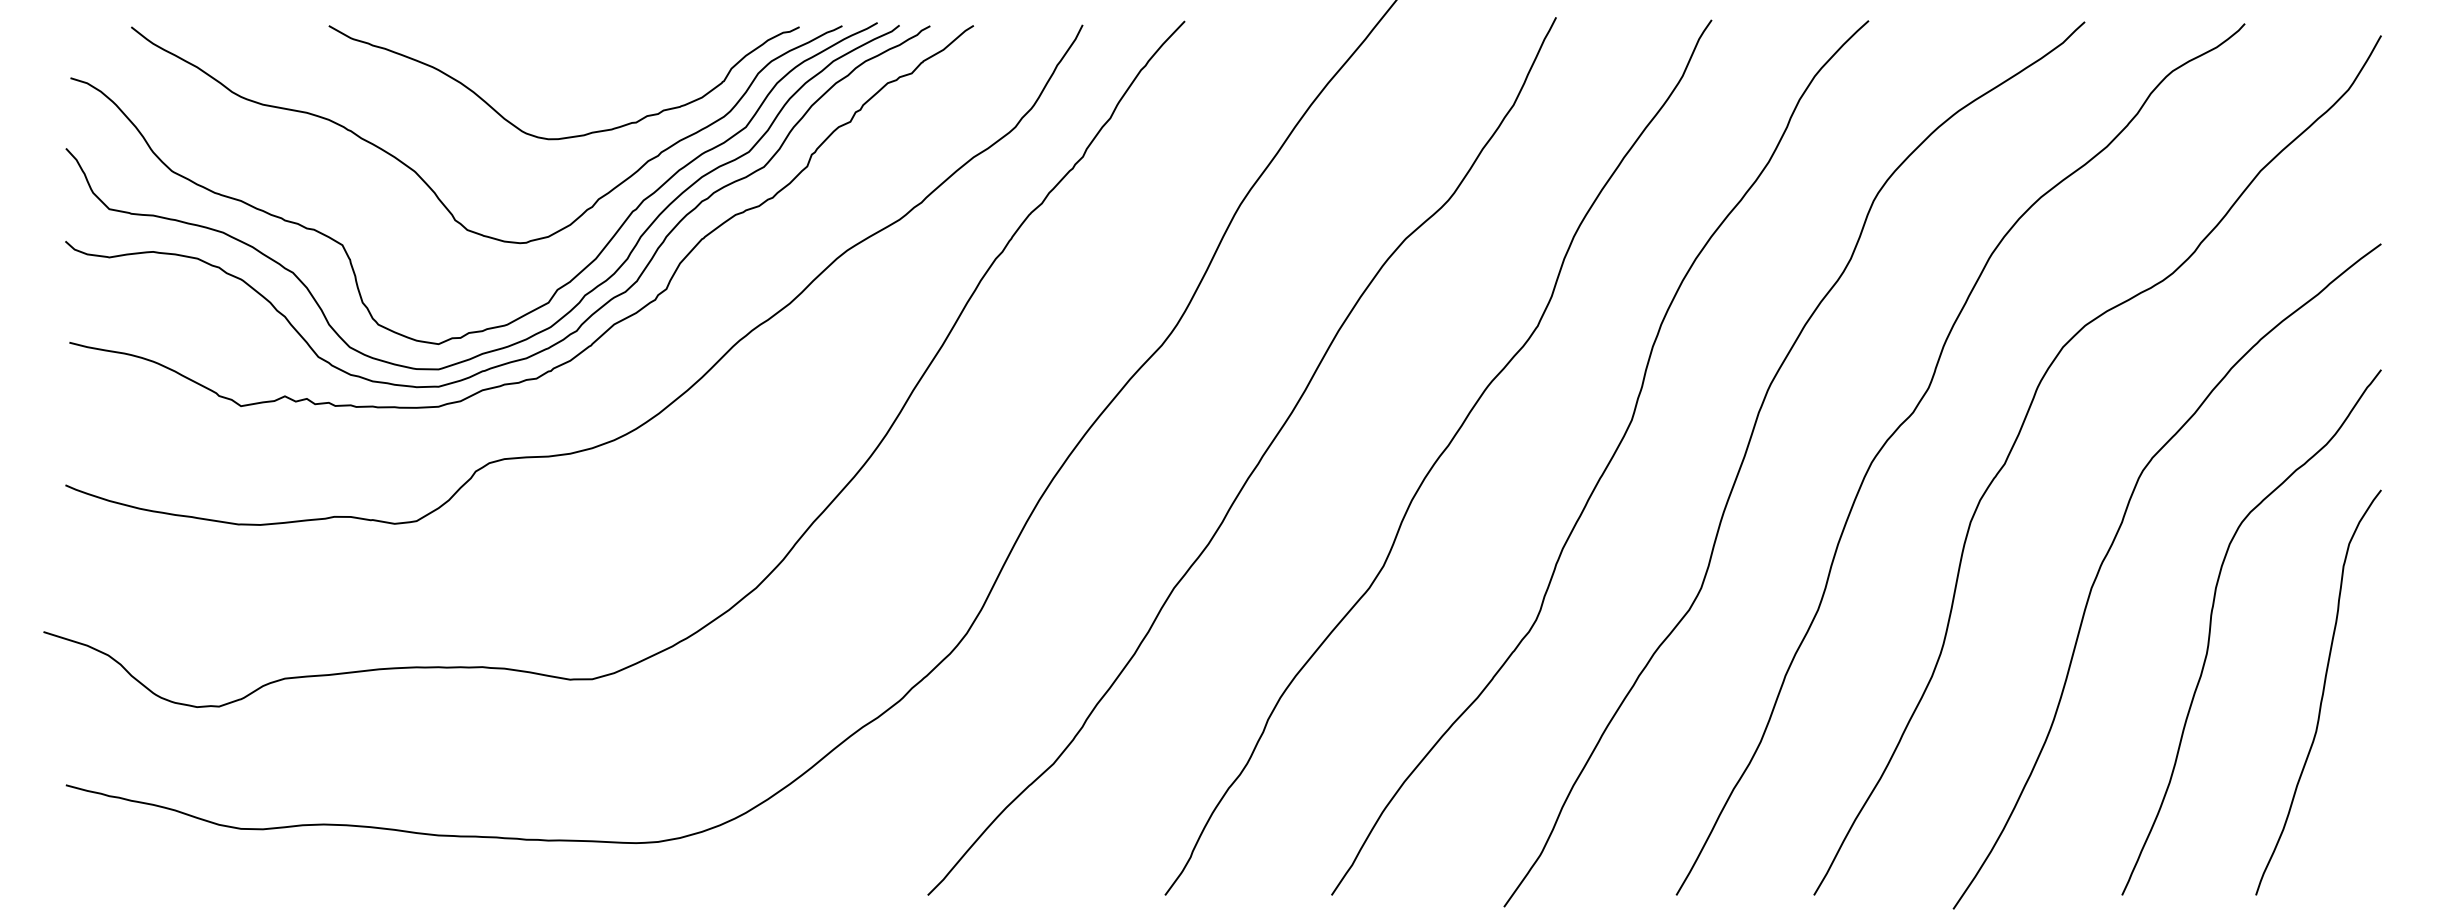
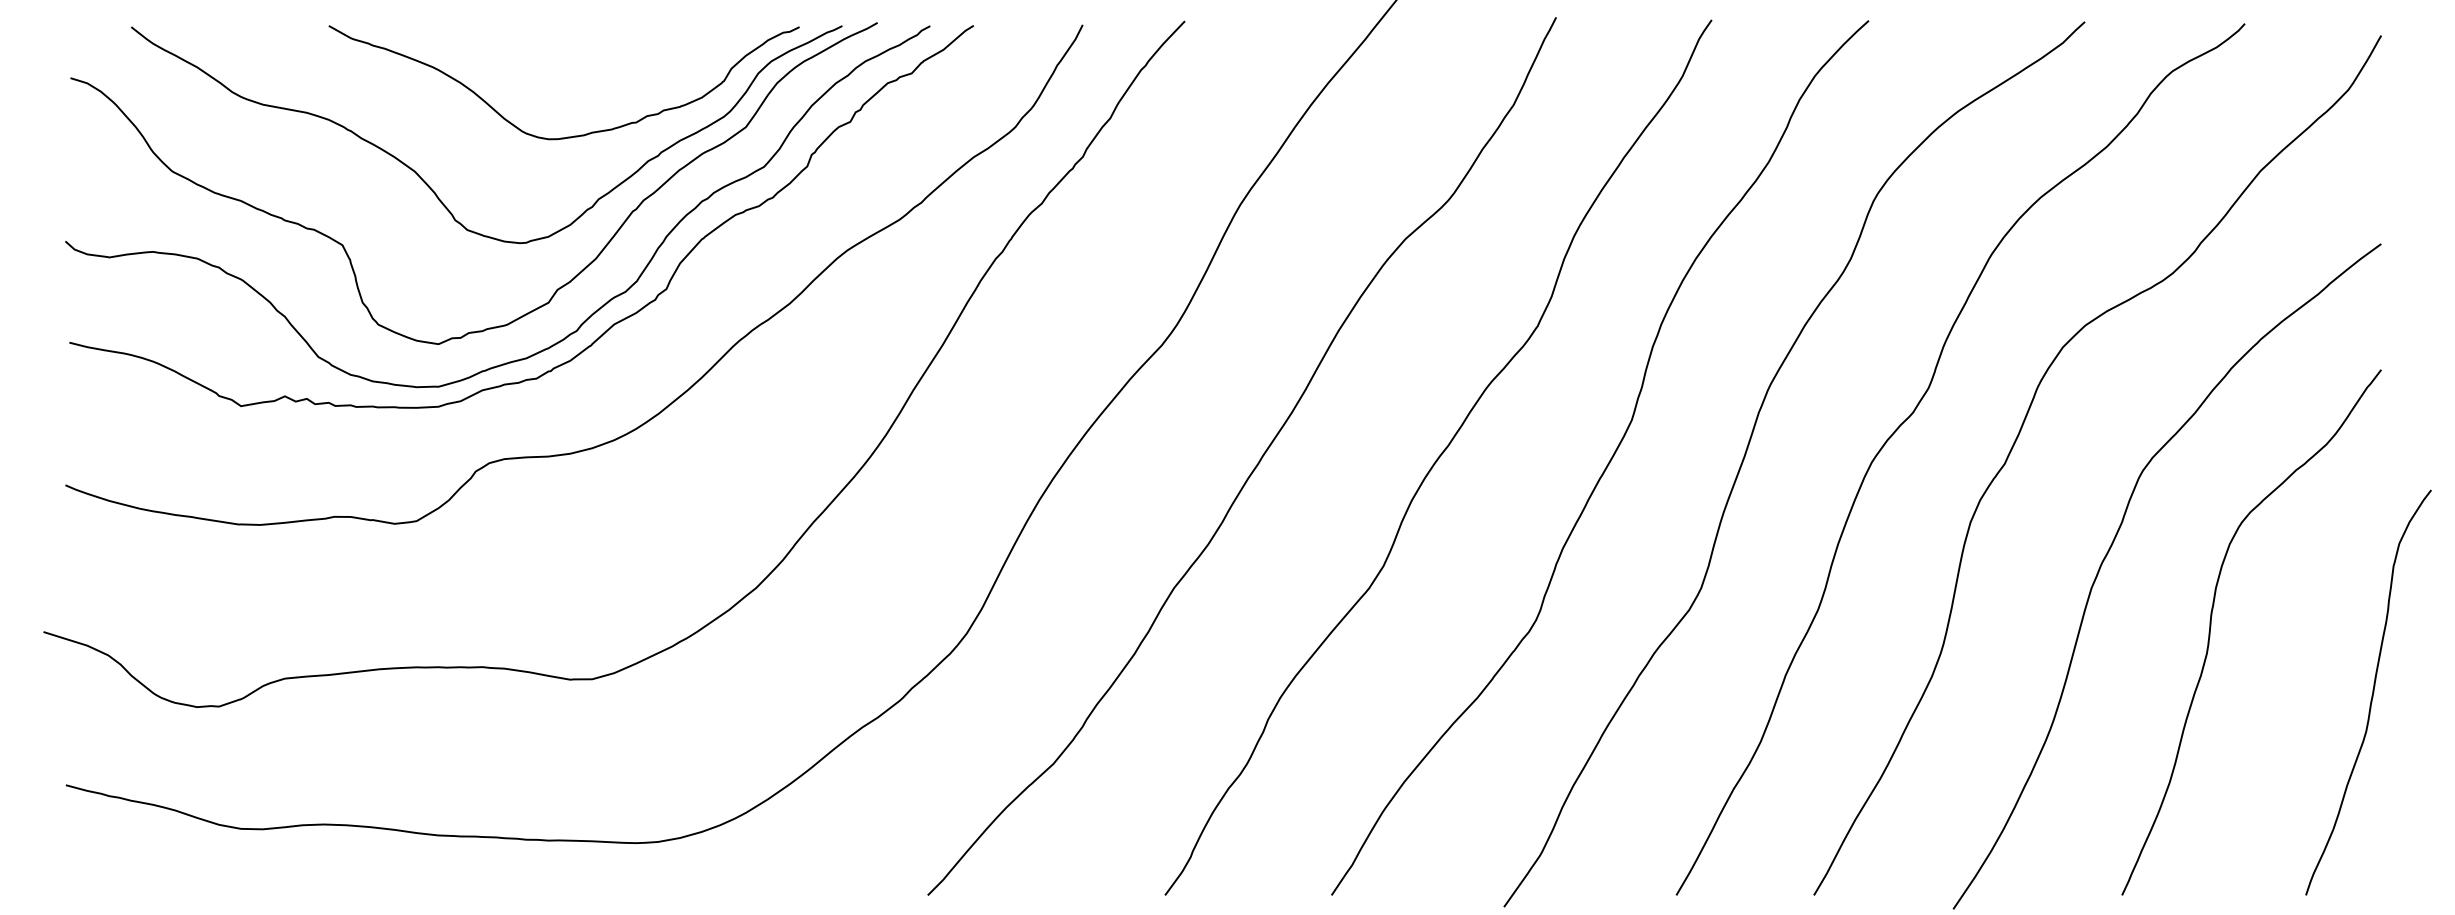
curve at (583, 295): present -> none
curve at (2322, 692) position: (2322, 692) -> (2372, 692)
